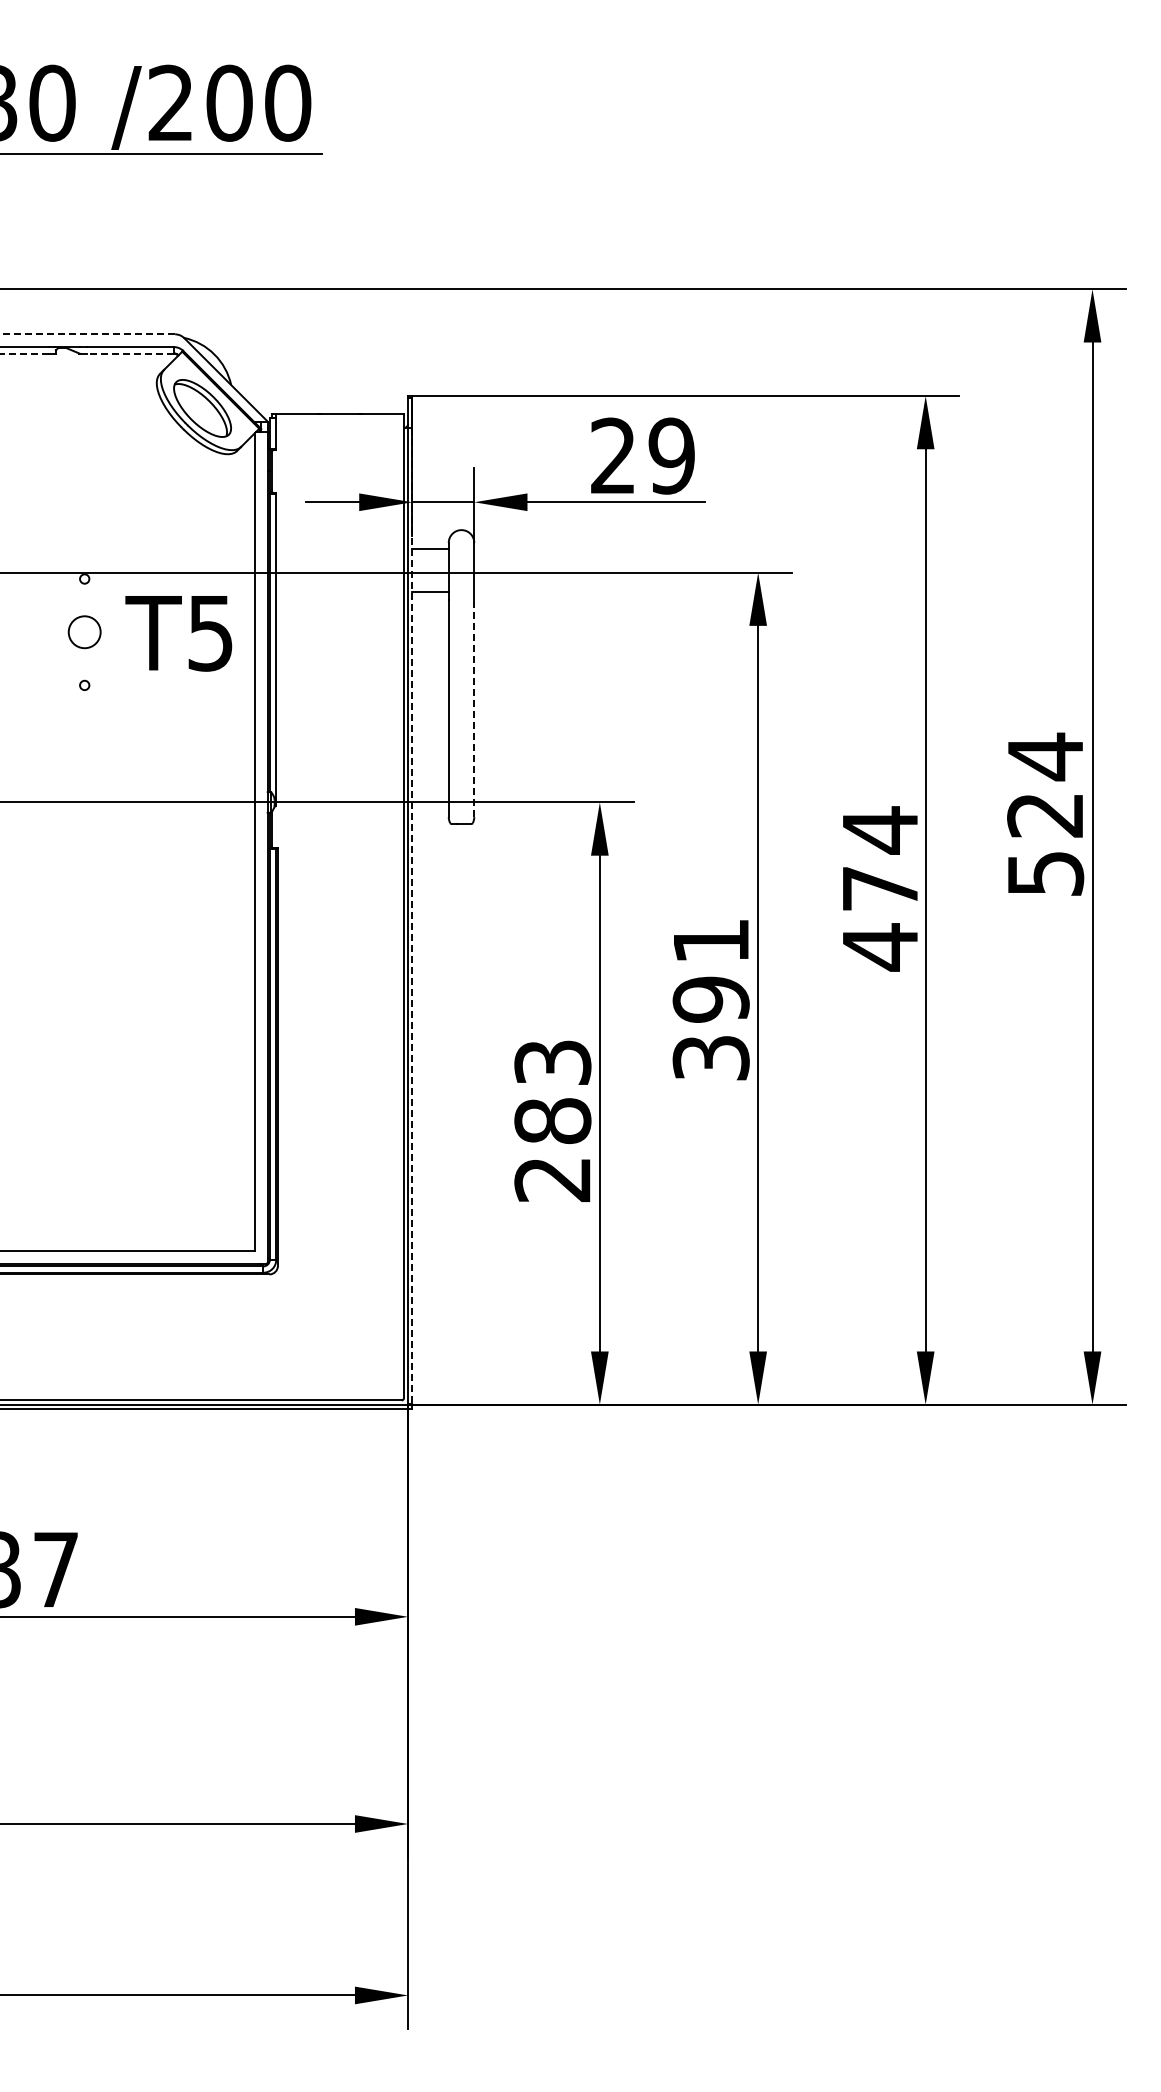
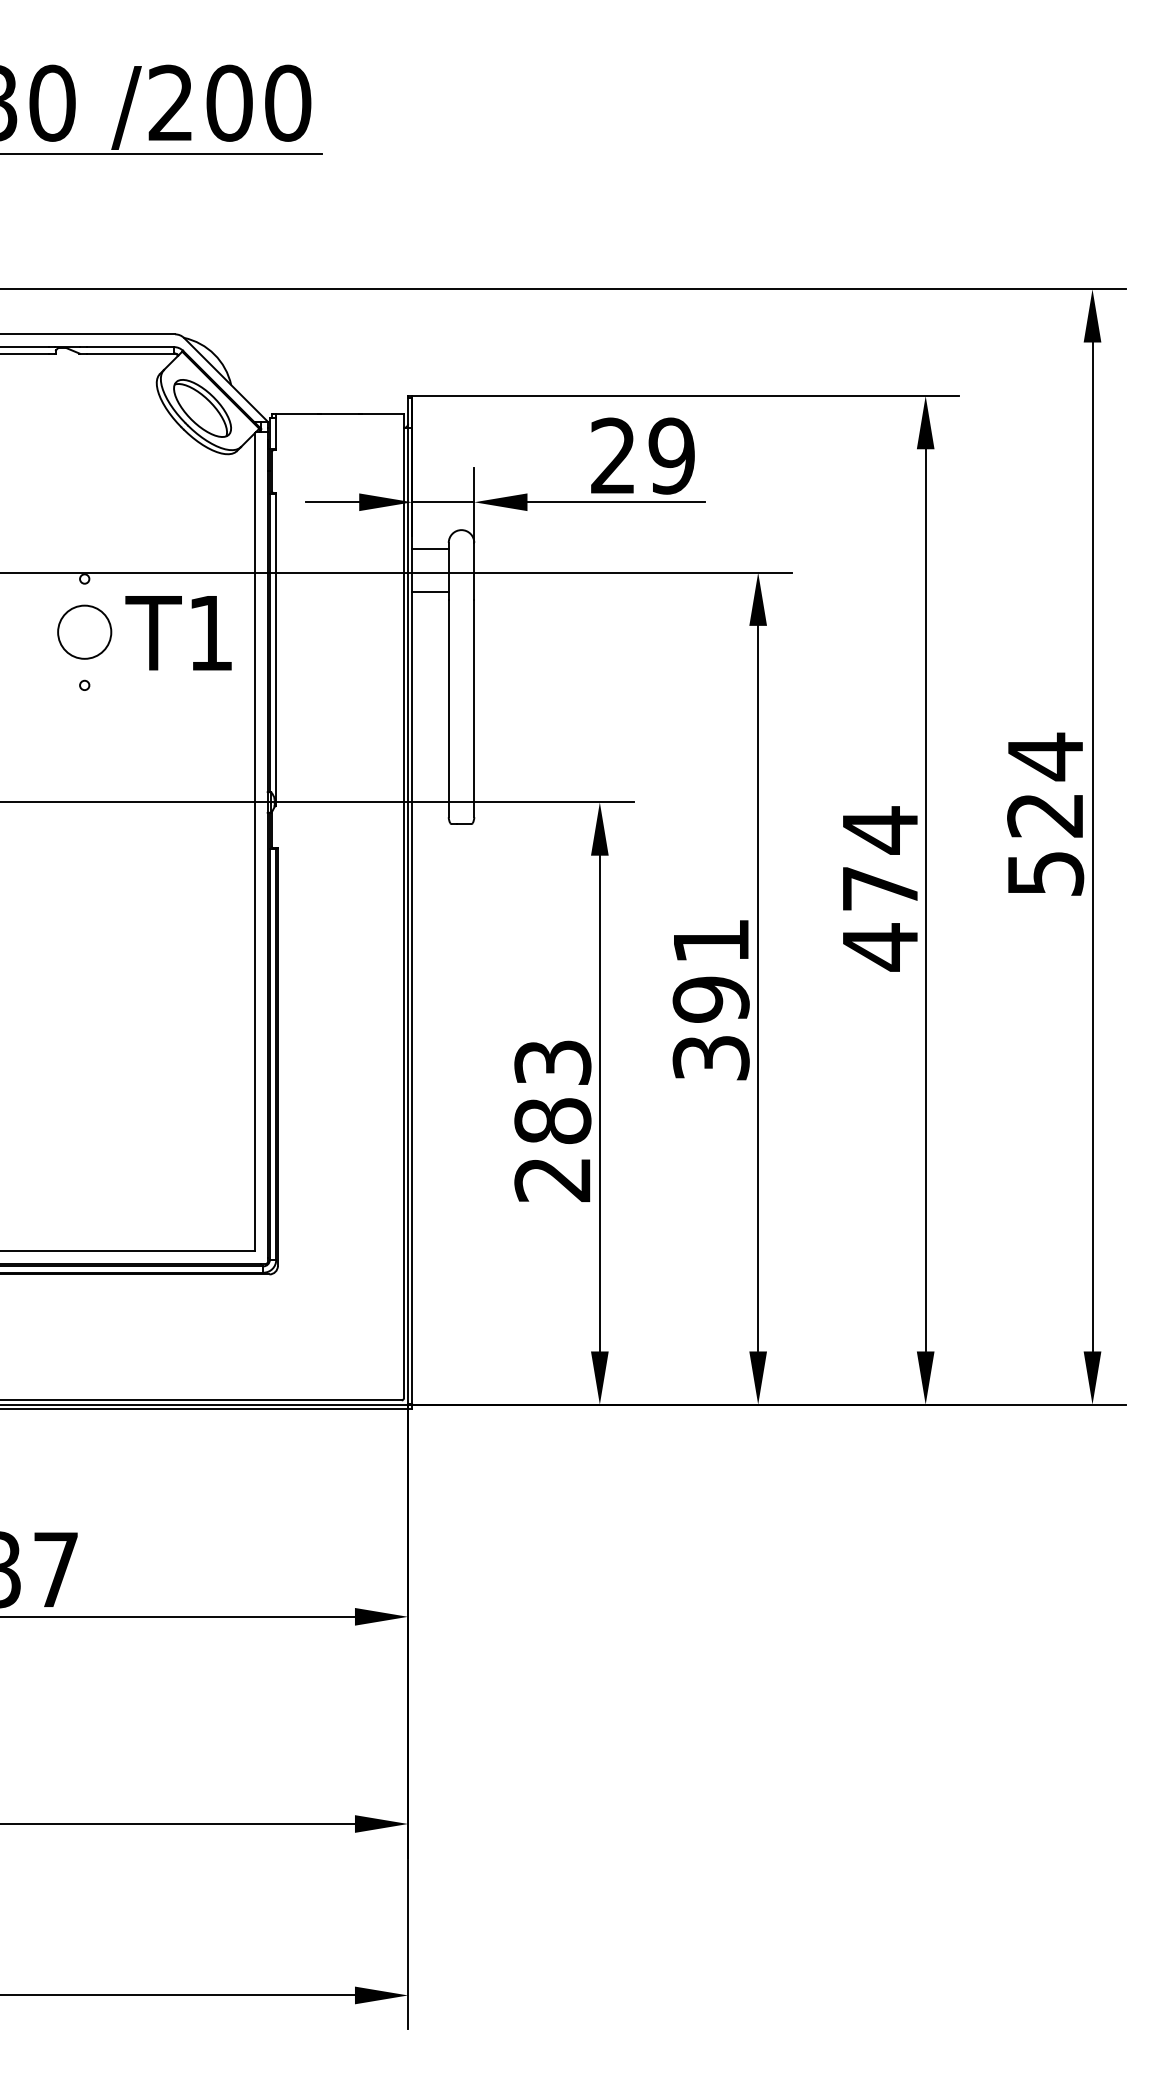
line at (87, 334): dashed -> solid
line at (24, 353): dashed -> solid
line at (130, 353): dashed -> solid
circle at (84, 632) diameter: 32 px -> 53 px
text at (210, 633): T5 -> T1
line at (474, 708): dashed -> solid
line at (412, 916): dashed -> solid
